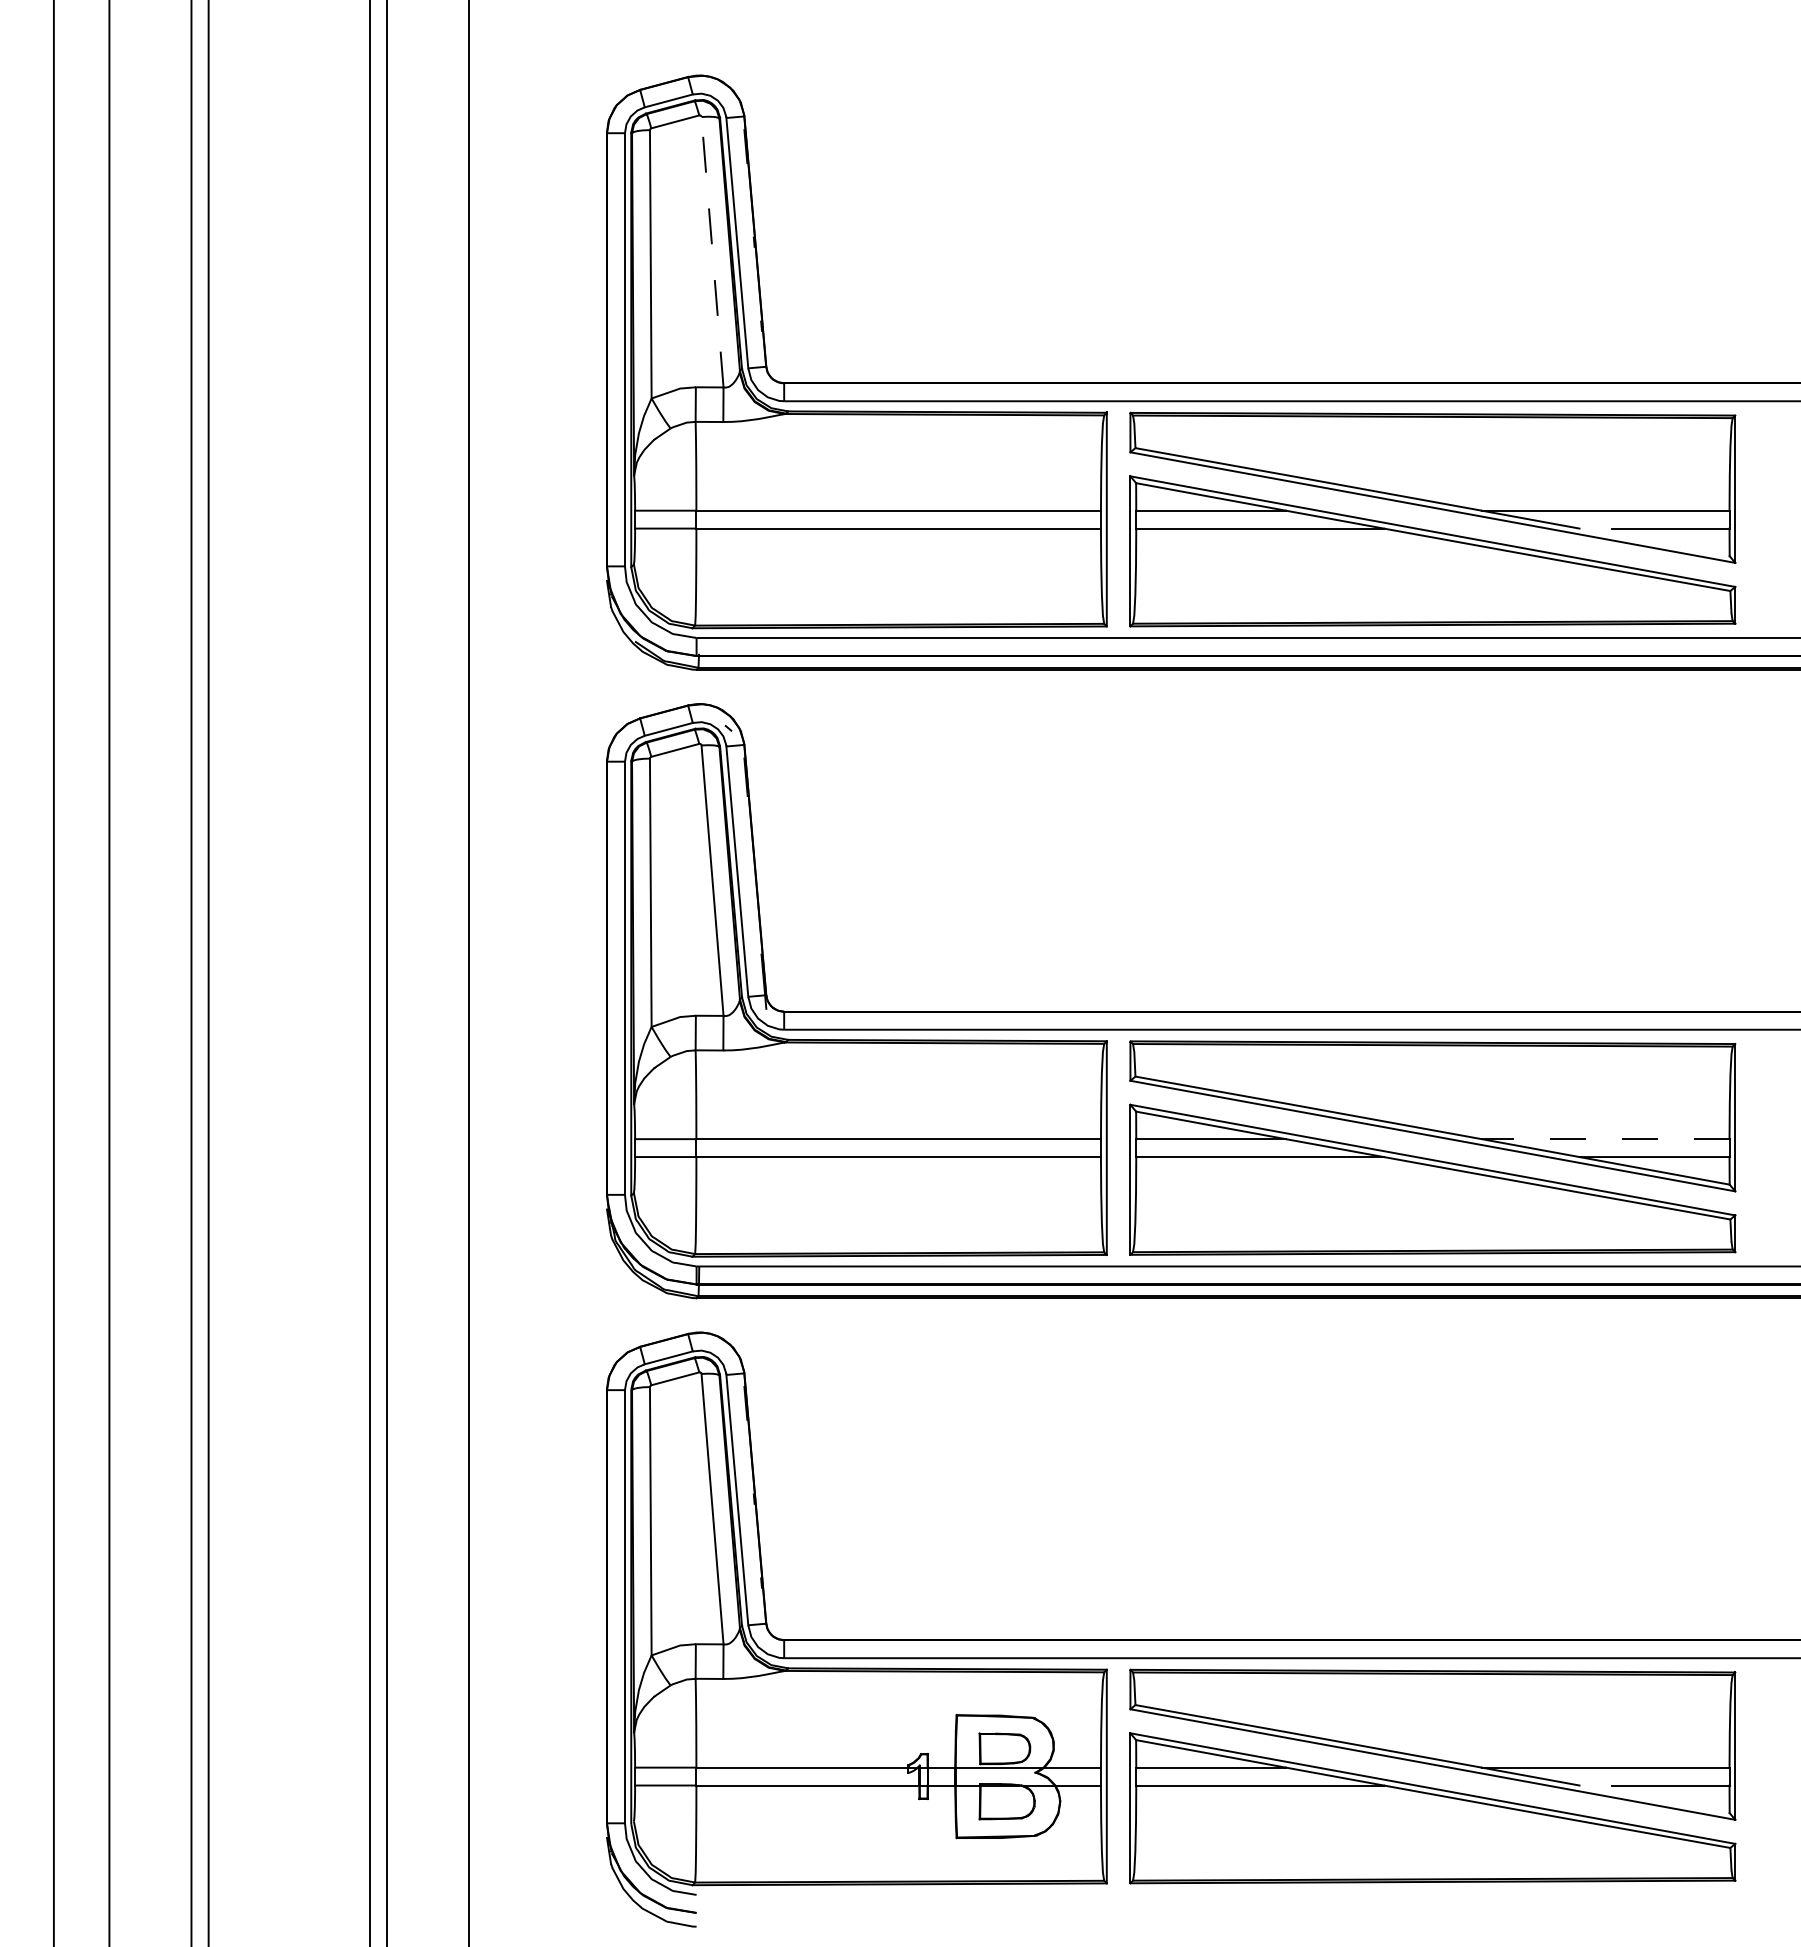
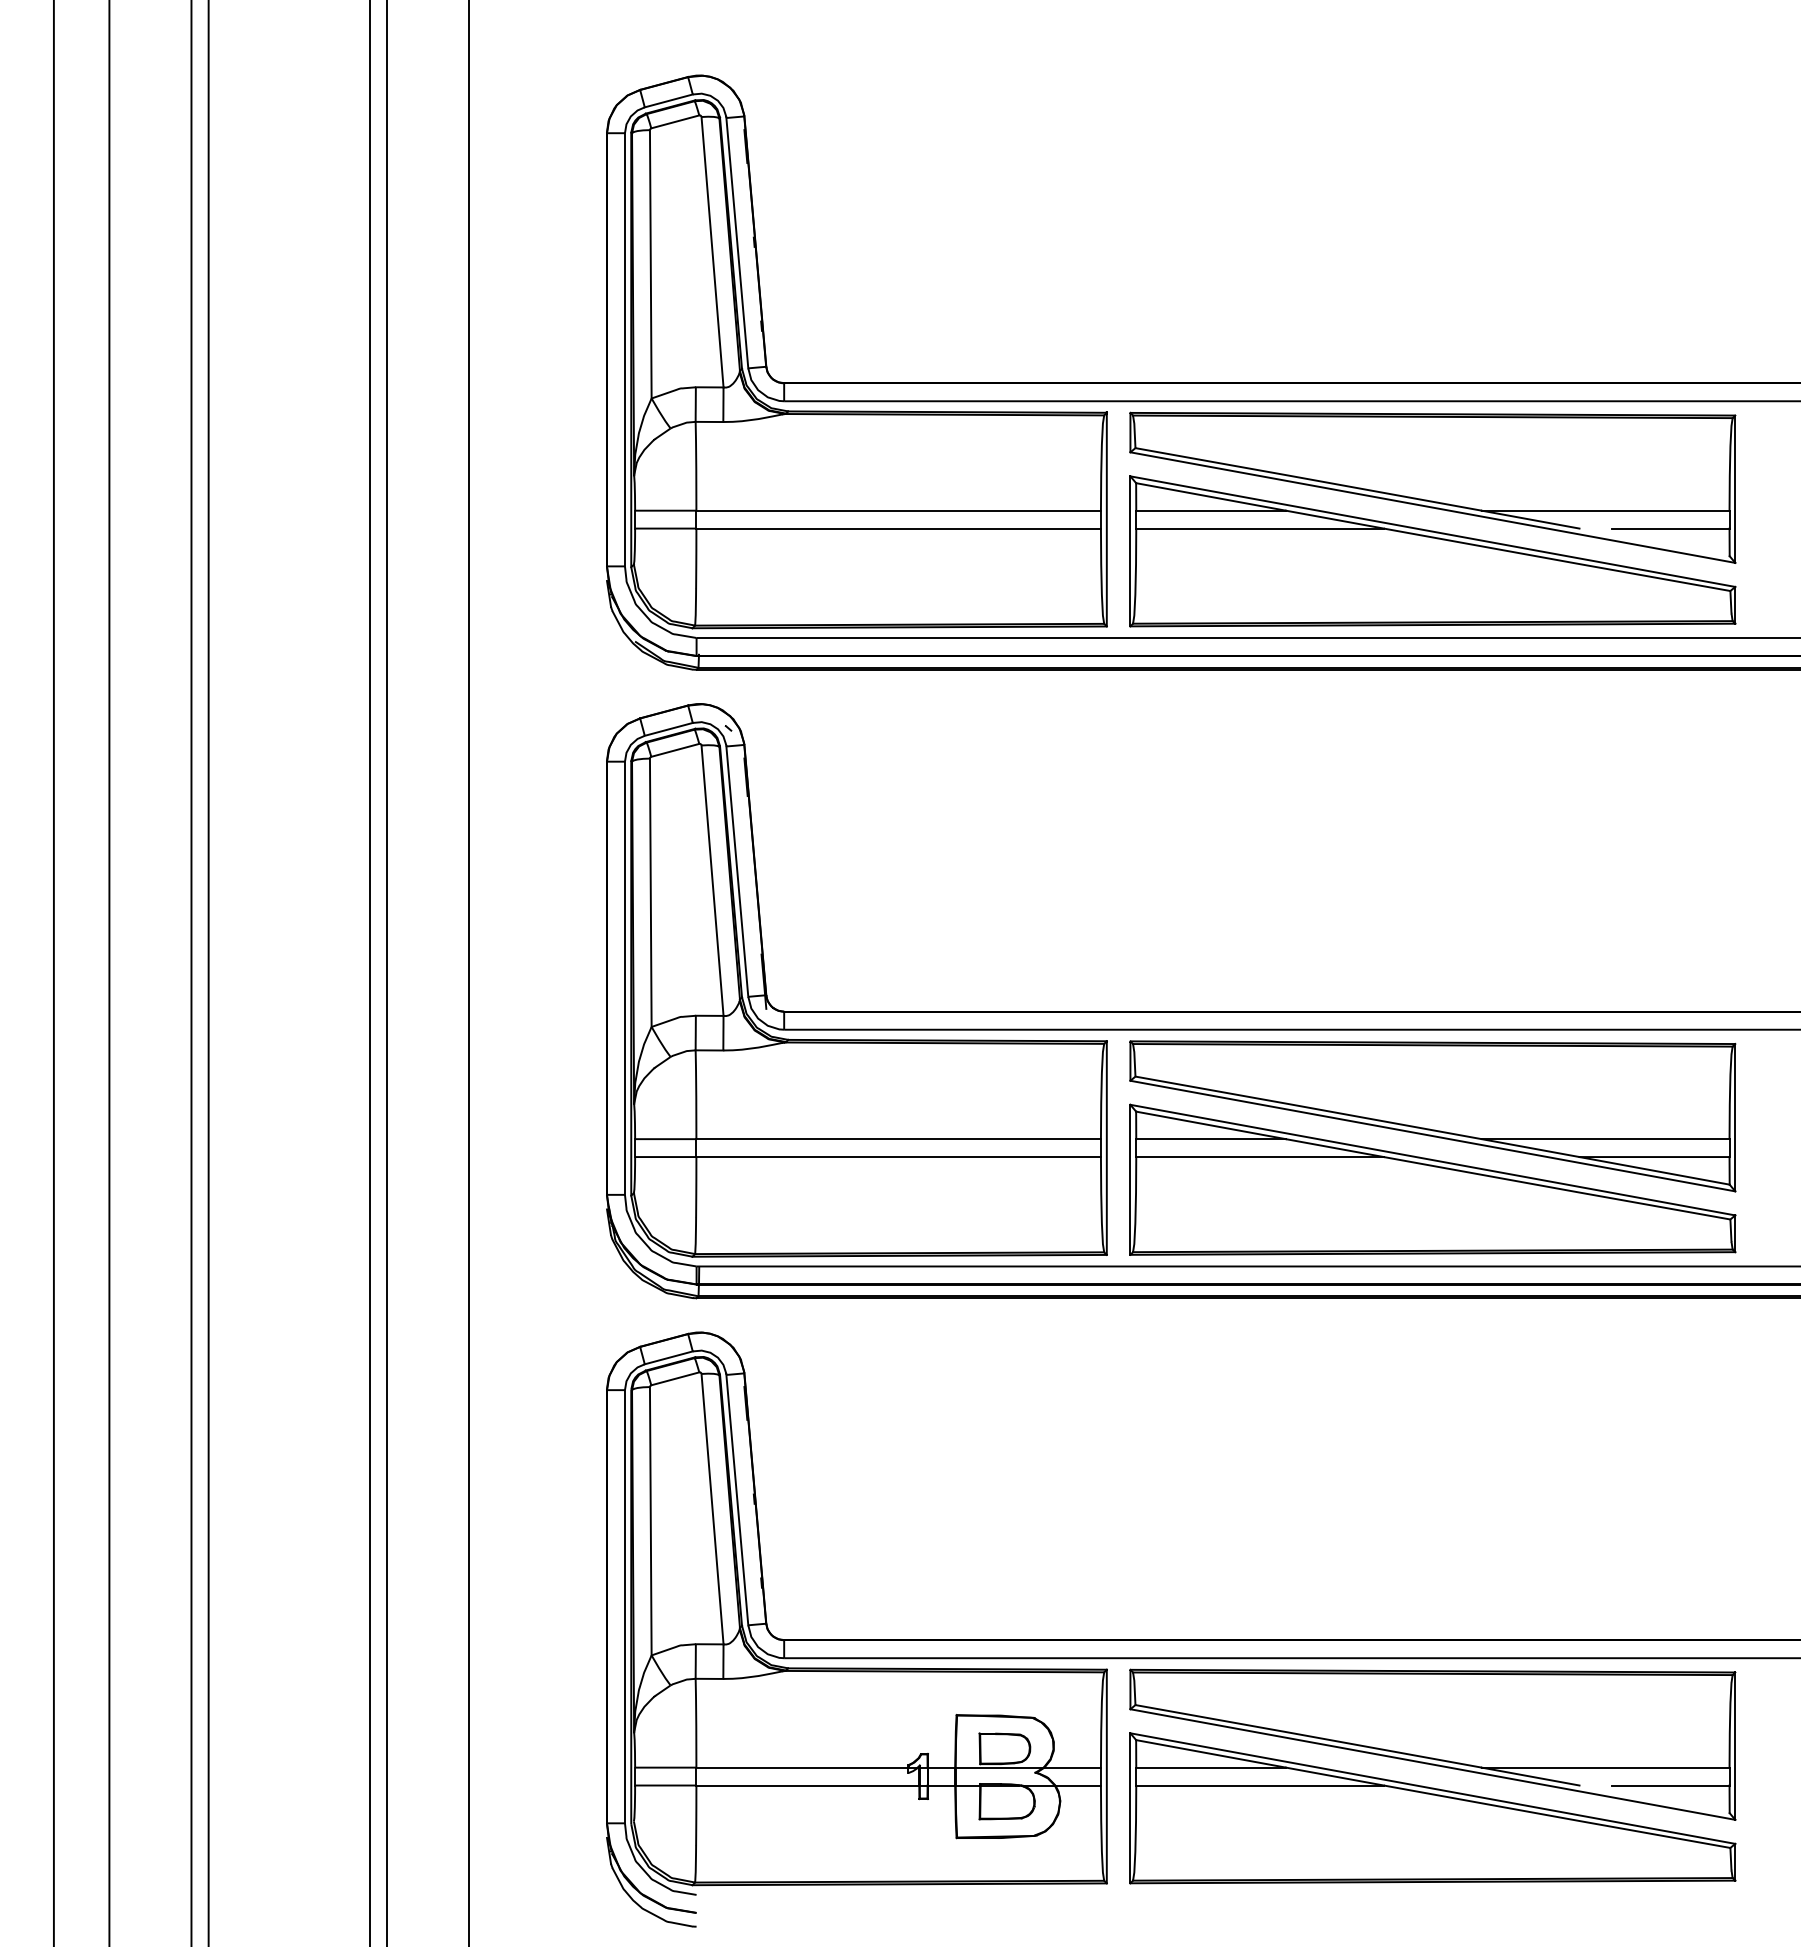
line at (712, 252): dashed -> solid
line at (1605, 1139): dashed -> solid
